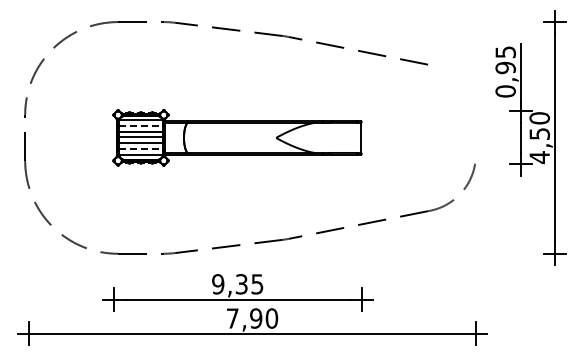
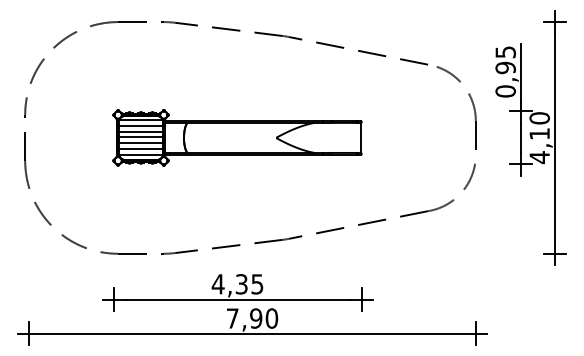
part at (471, 102): none -> present
line at (141, 126): dashed -> solid
text at (539, 133): 4,50 -> 4,10
line at (141, 148): dashed -> solid
text at (217, 284): 9,35 -> 4,35
